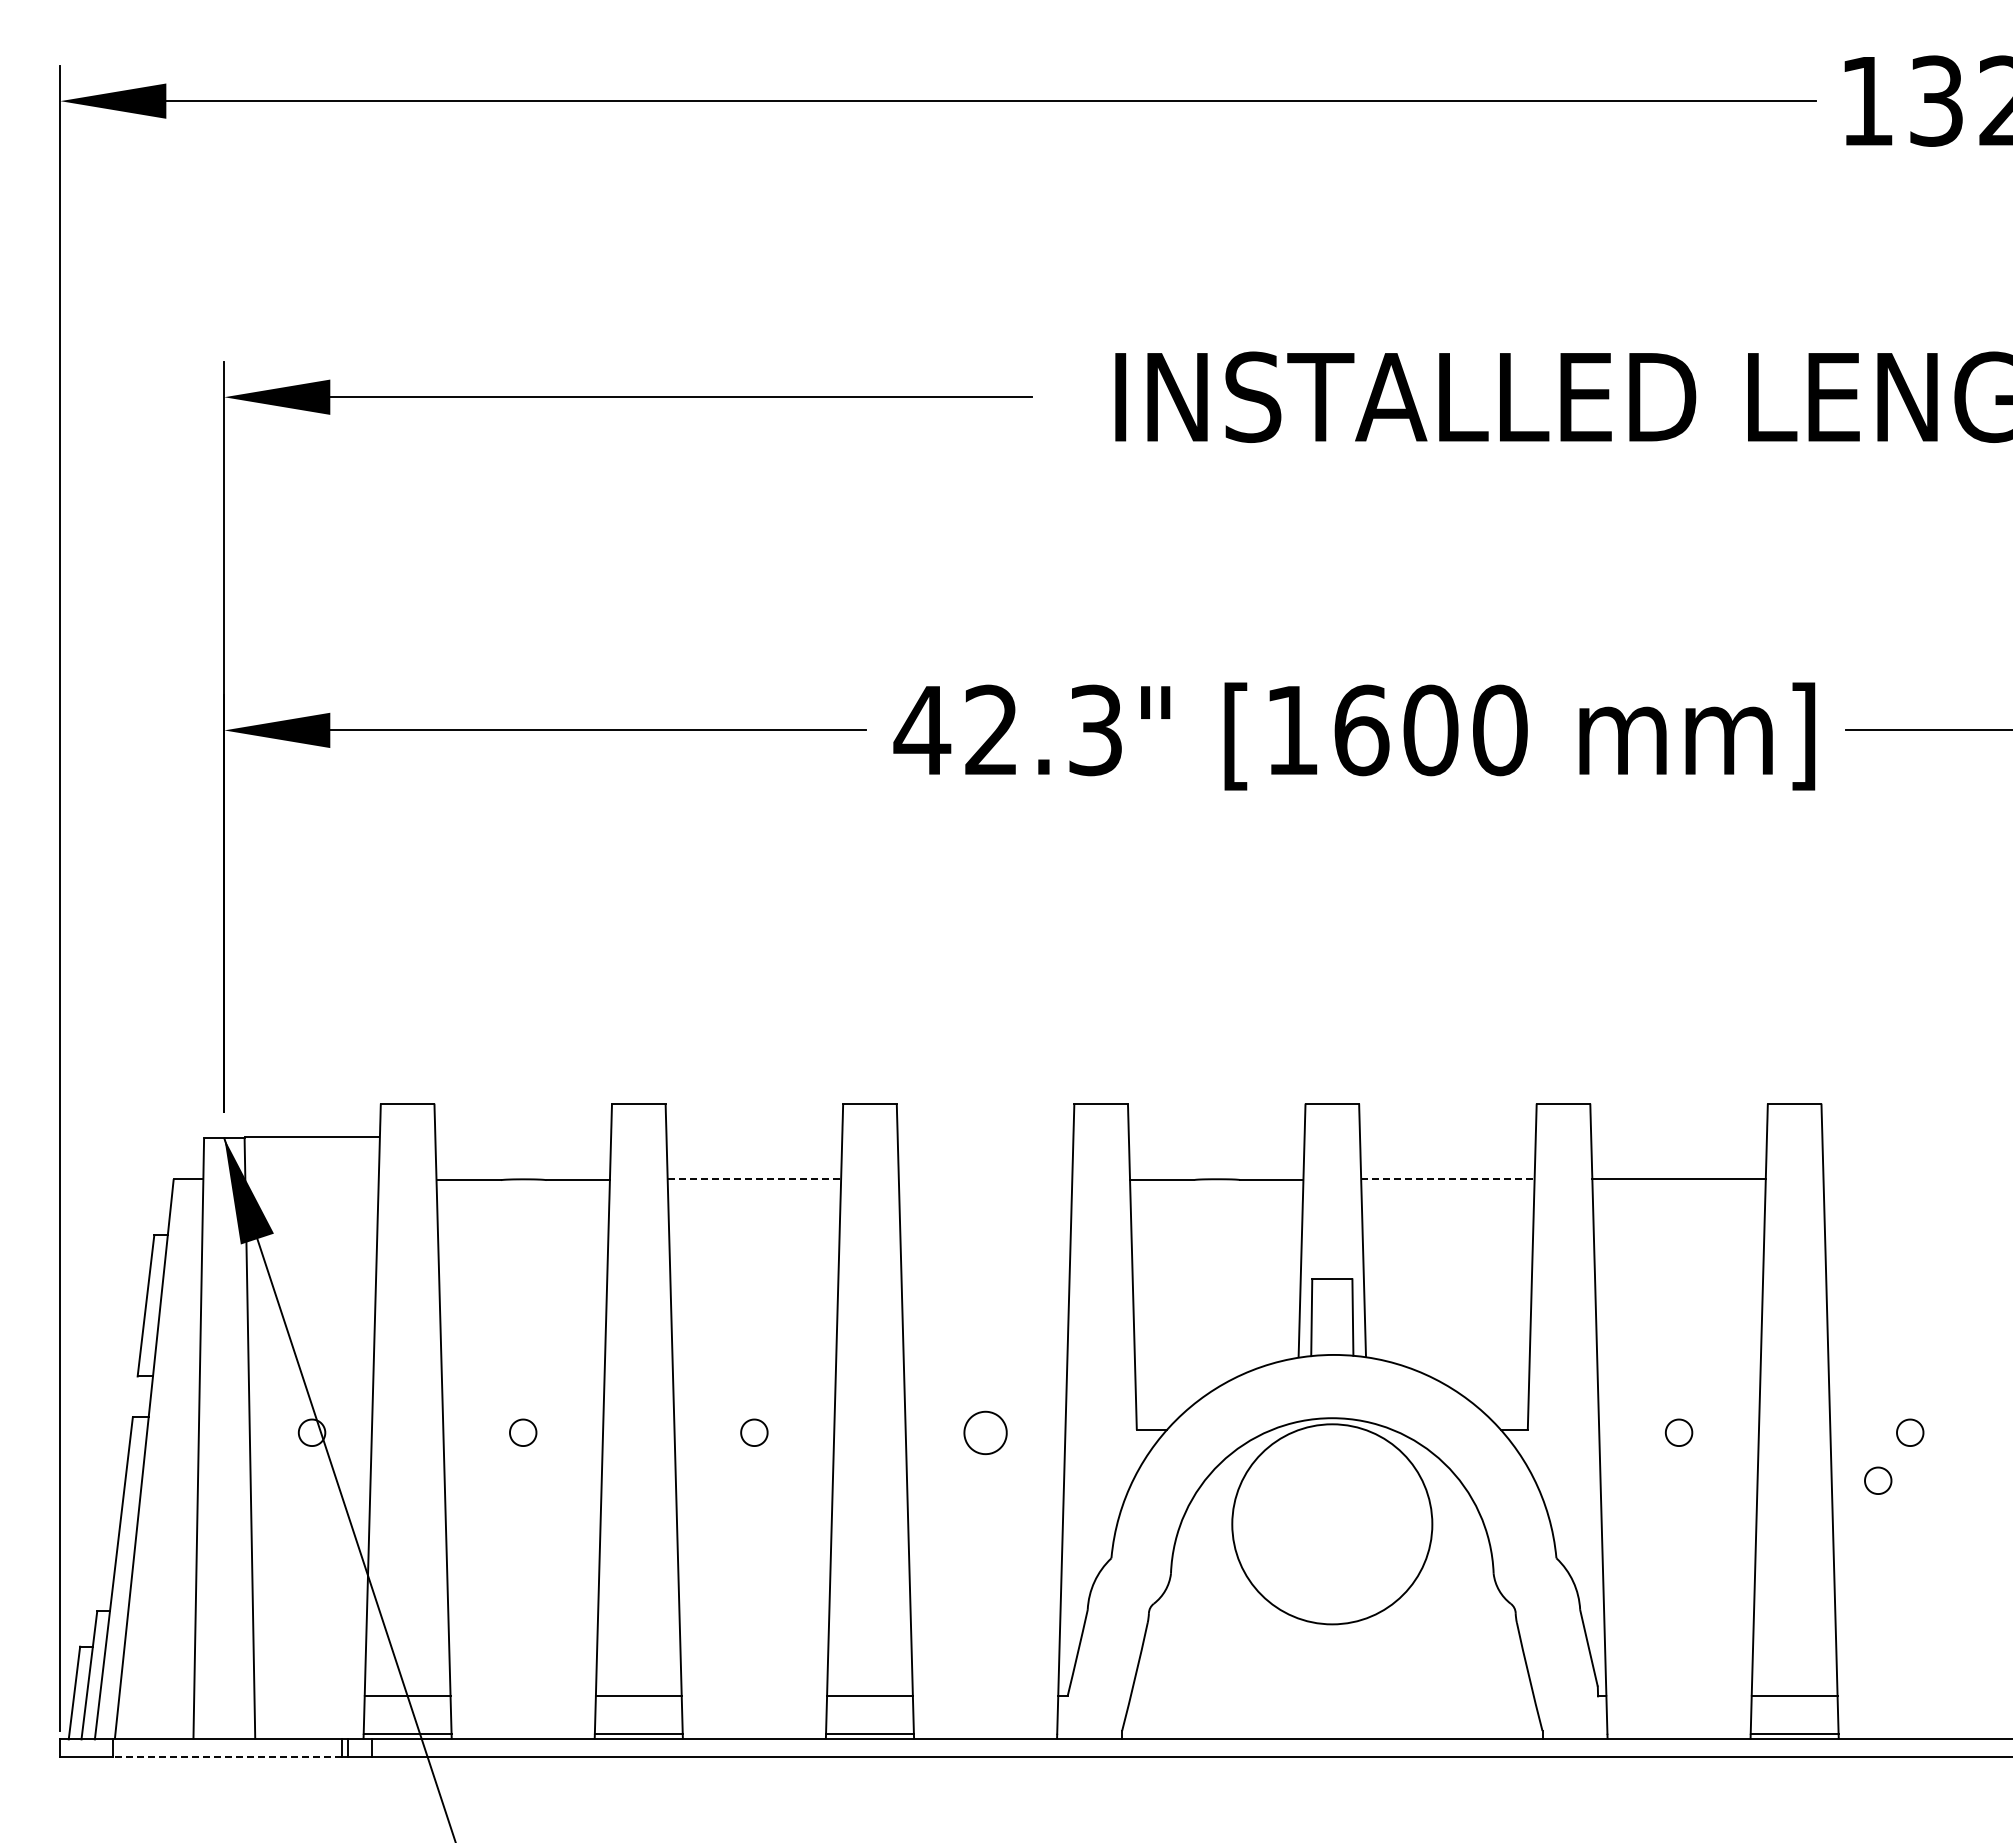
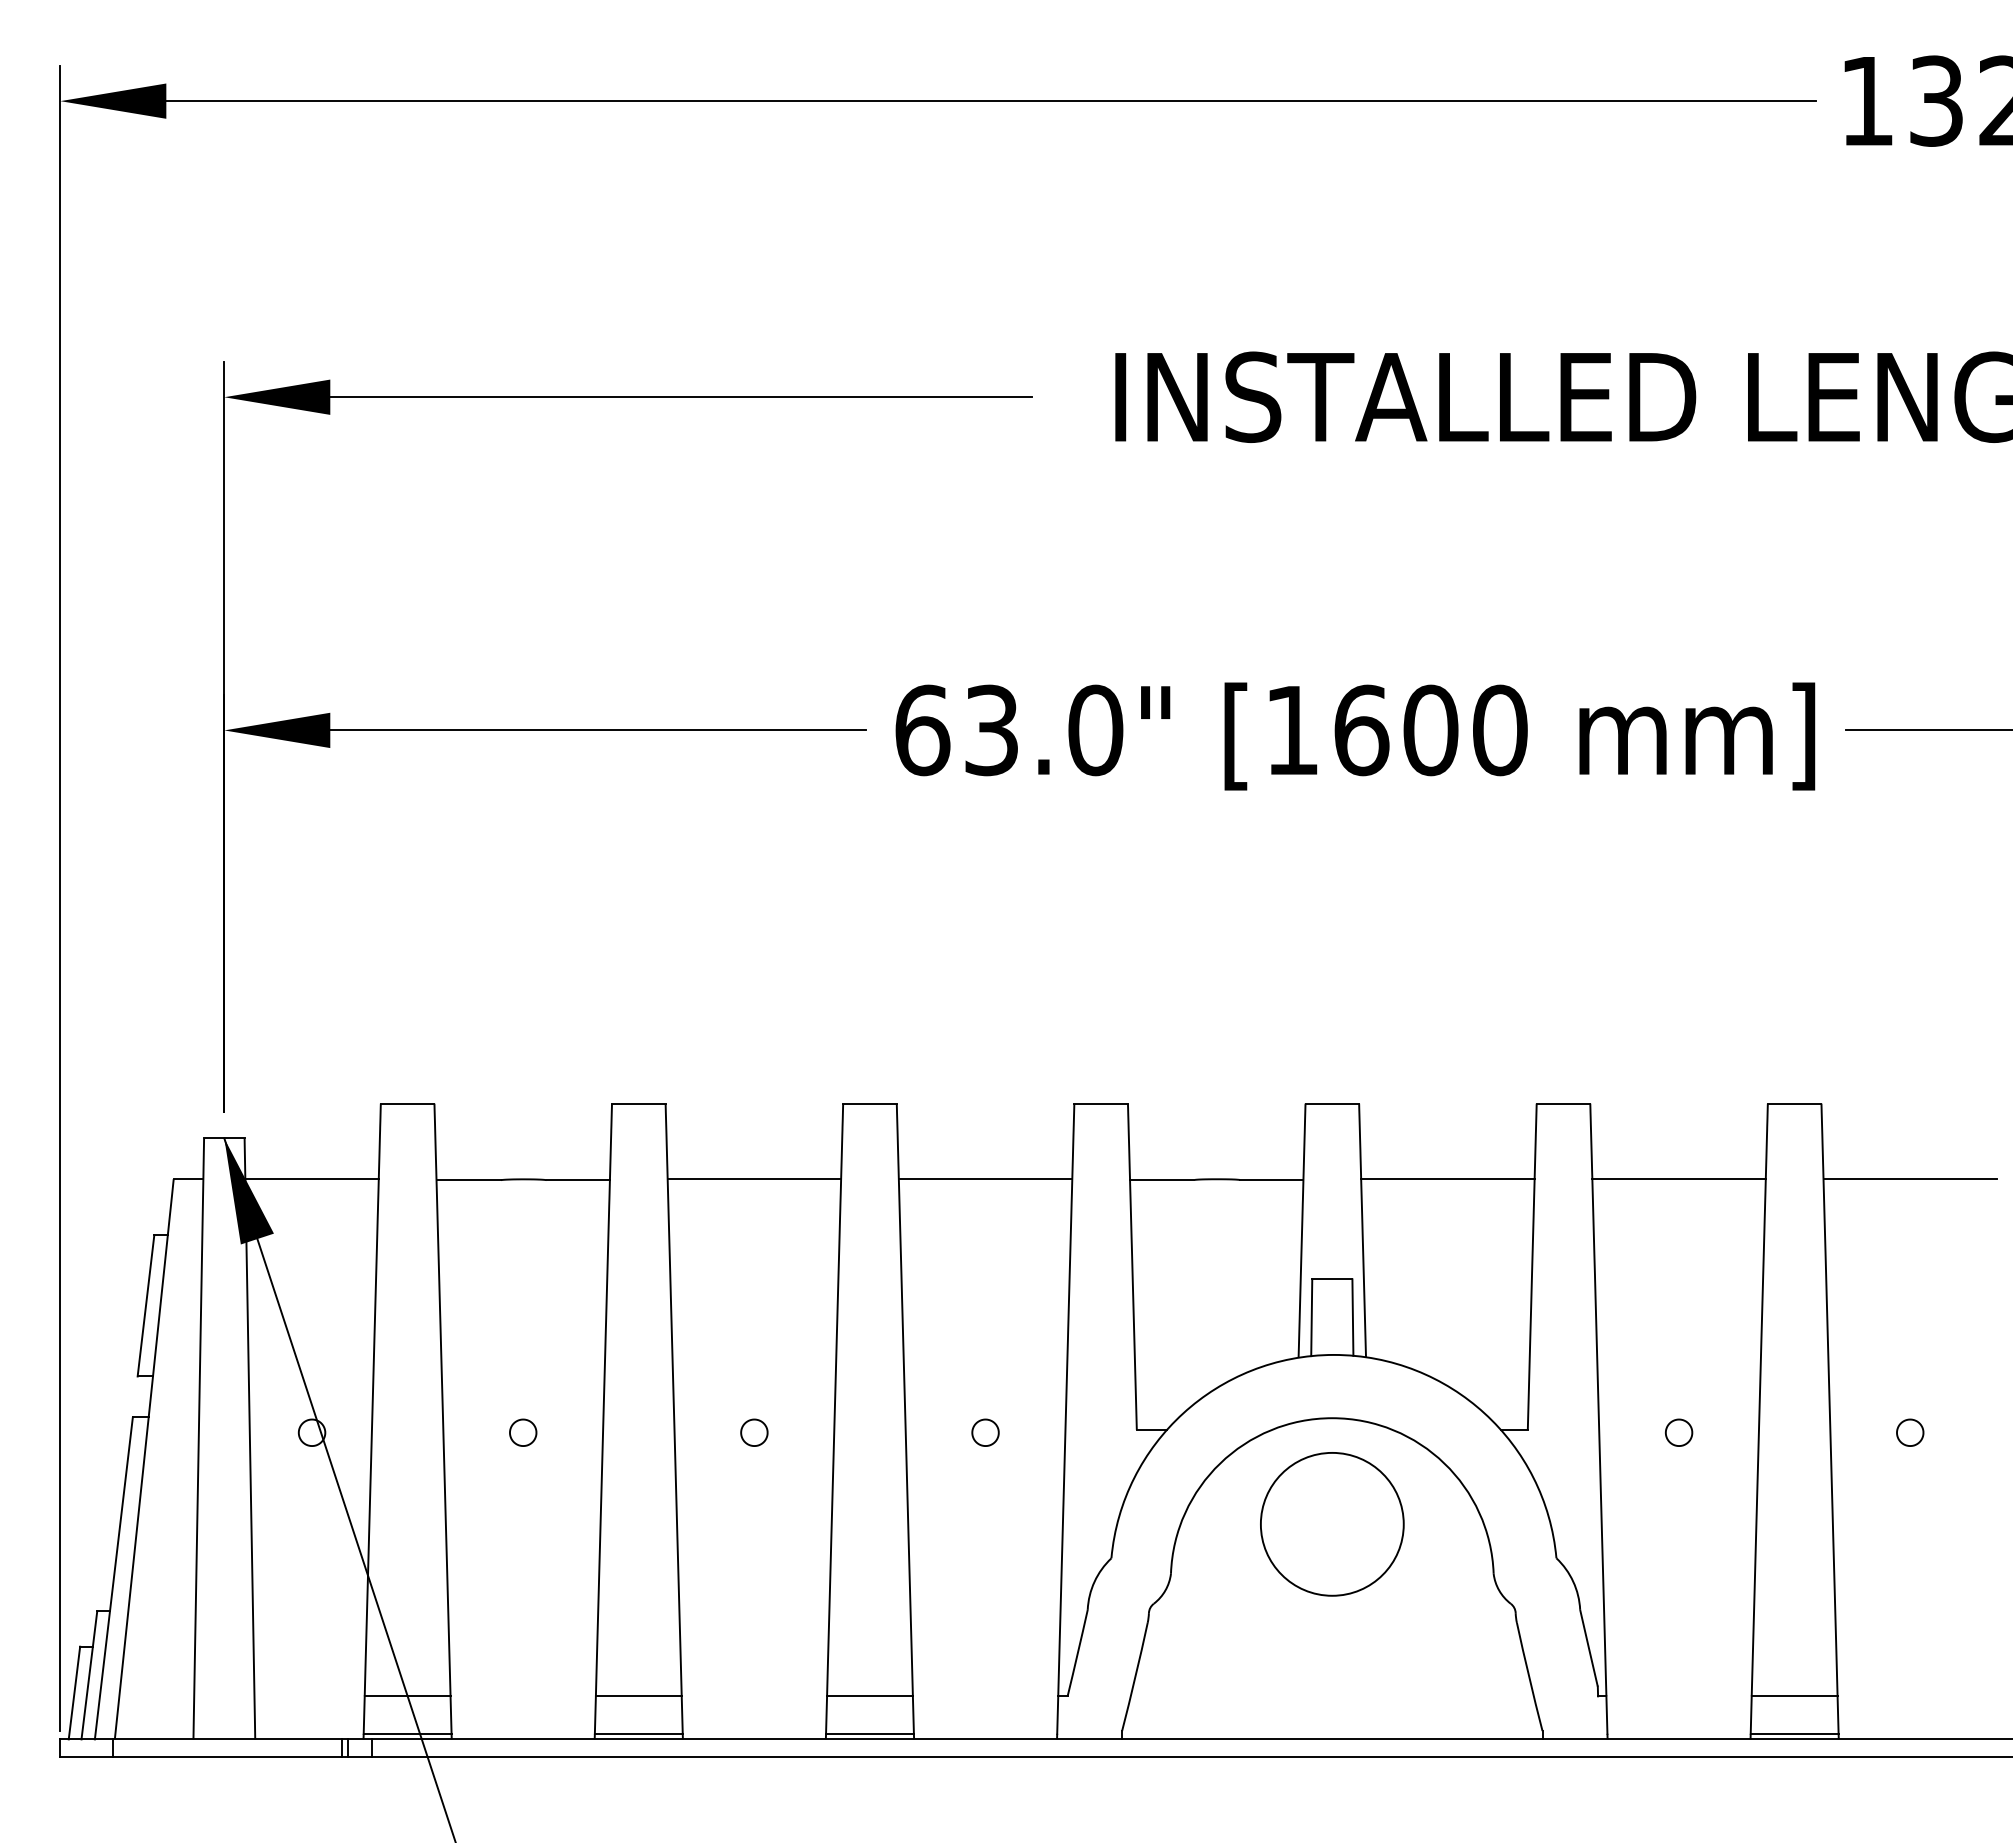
text at (1008, 730): 42.3" -> 63.0"
line at (311, 1137) position: (311, 1137) -> (311, 1179)
line at (754, 1179): dashed -> solid
line at (985, 1179): none -> present
line at (1447, 1179): dashed -> solid
line at (1909, 1179): none -> present
part at (985, 1432) size: 45x45 px -> 29x29 px
part at (1878, 1480): present -> none
circle at (1332, 1524) diameter: 200 px -> 143 px
line at (226, 1757): dashed -> solid
